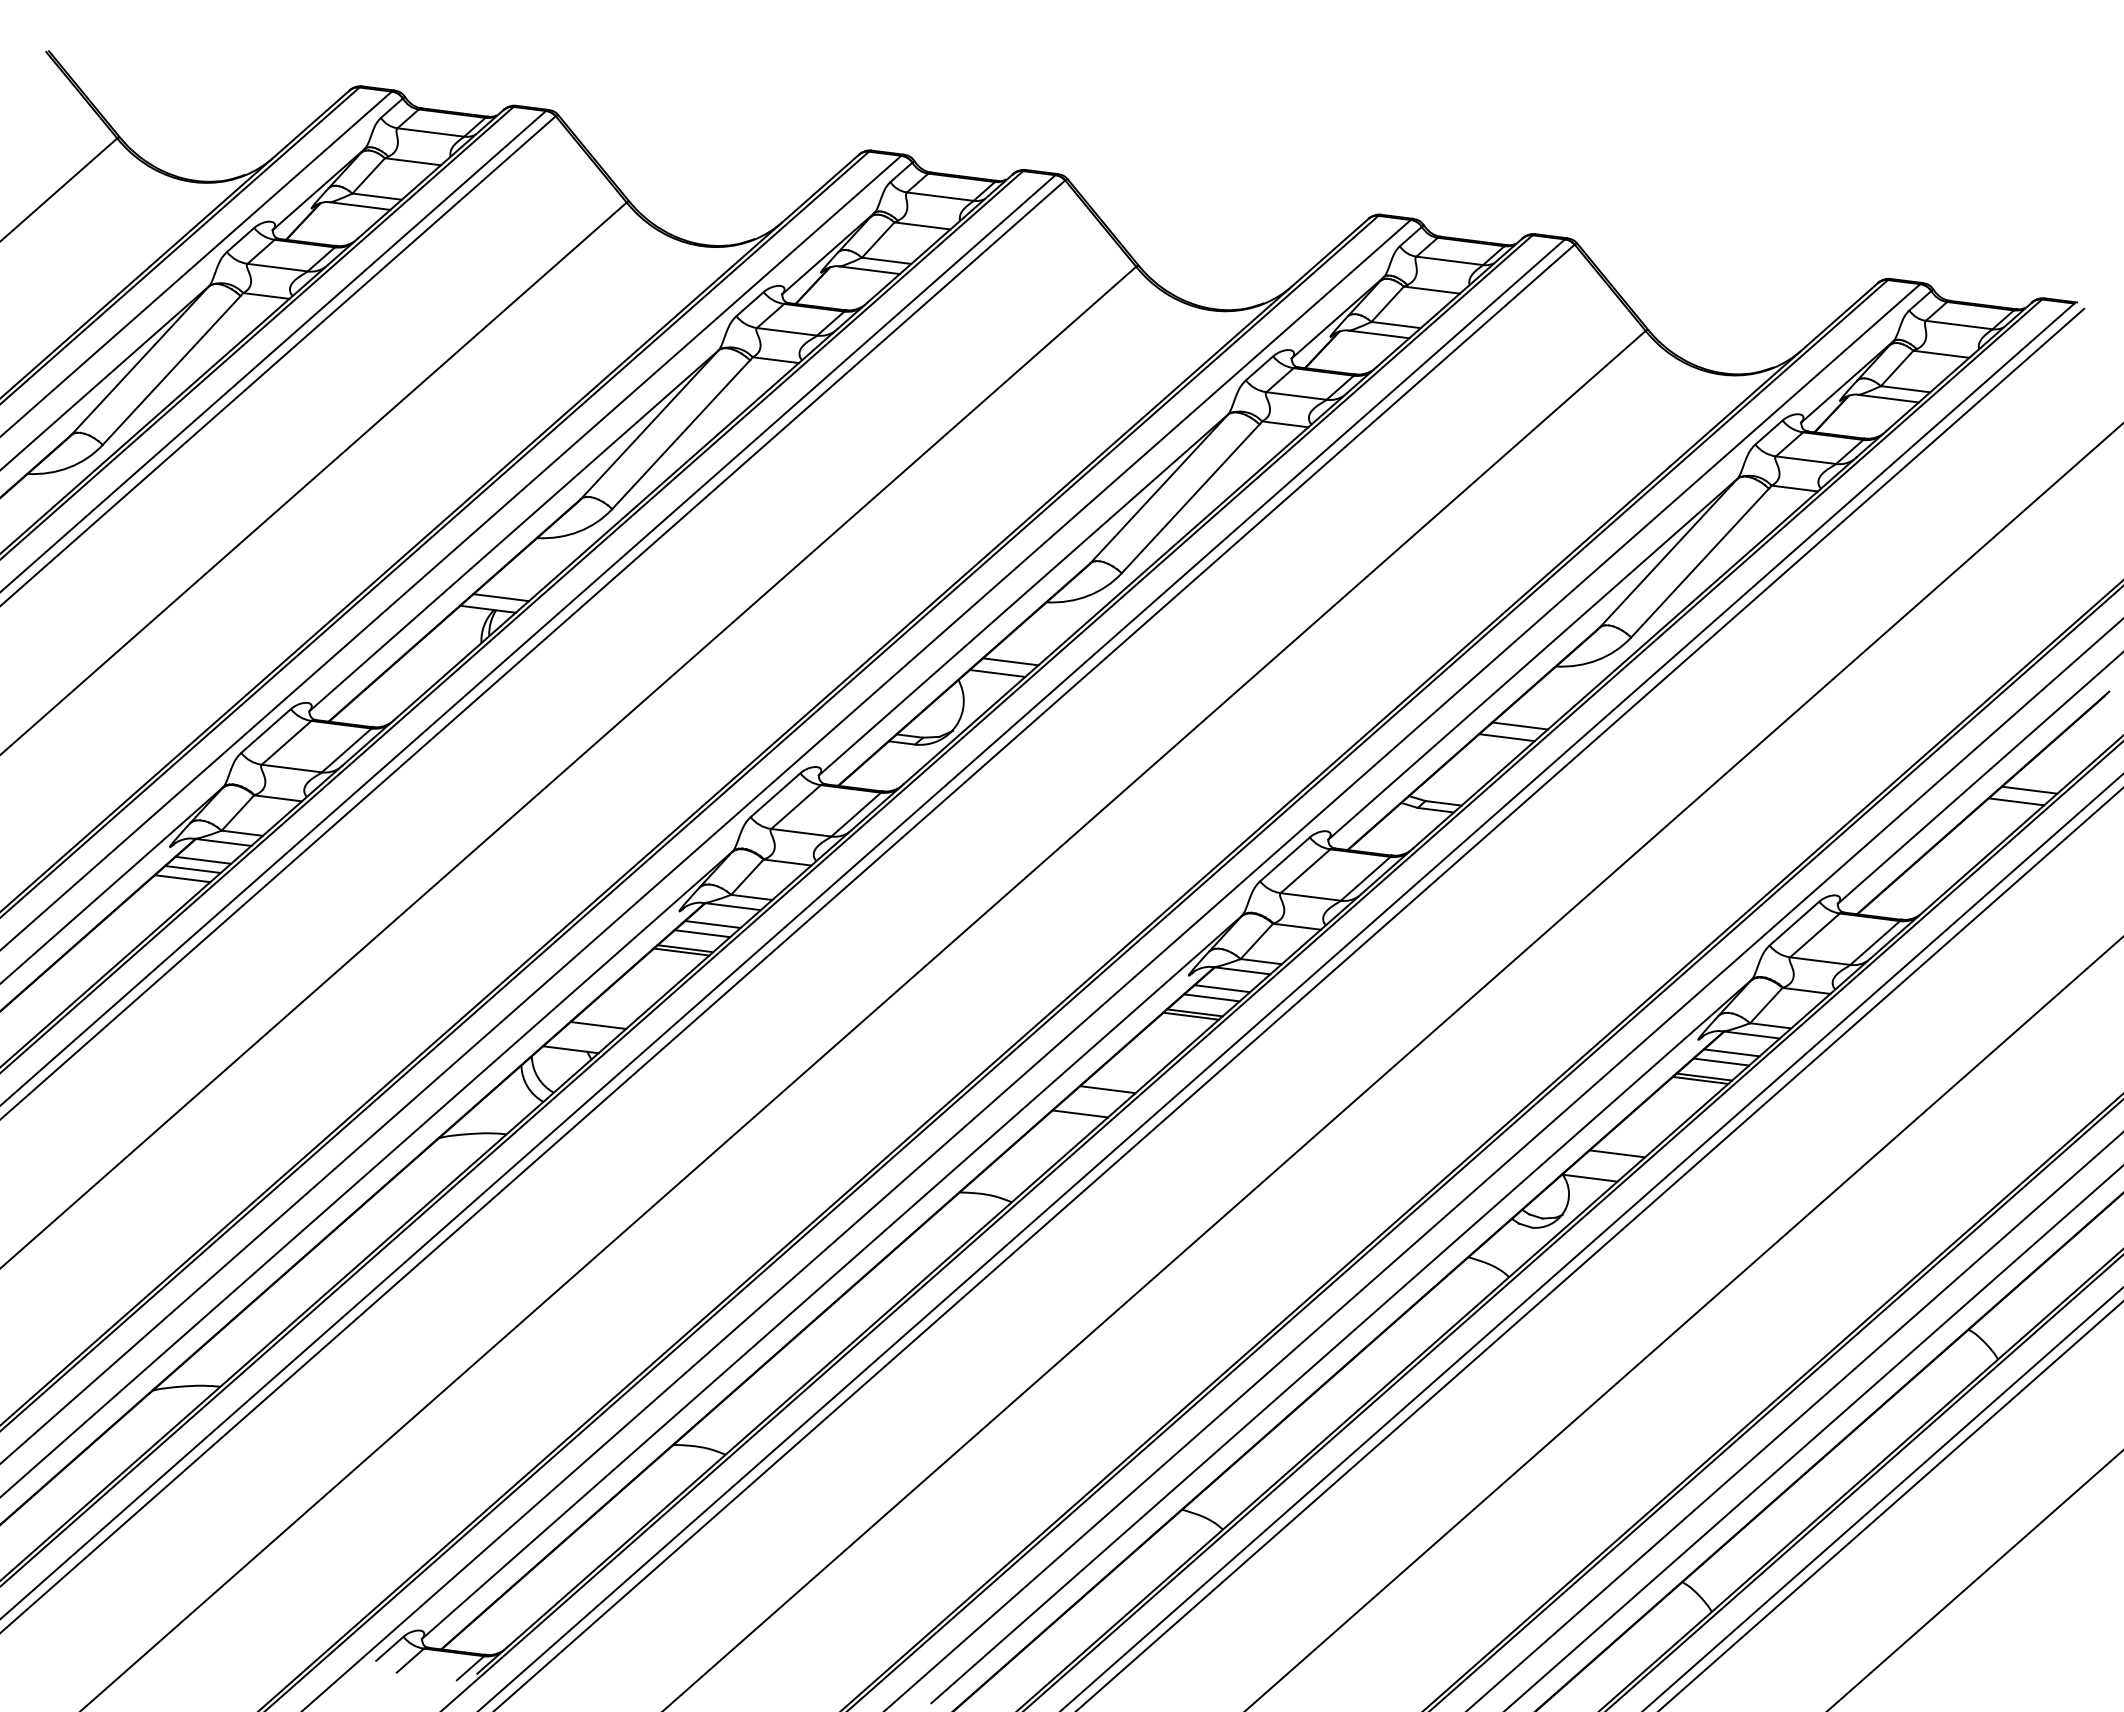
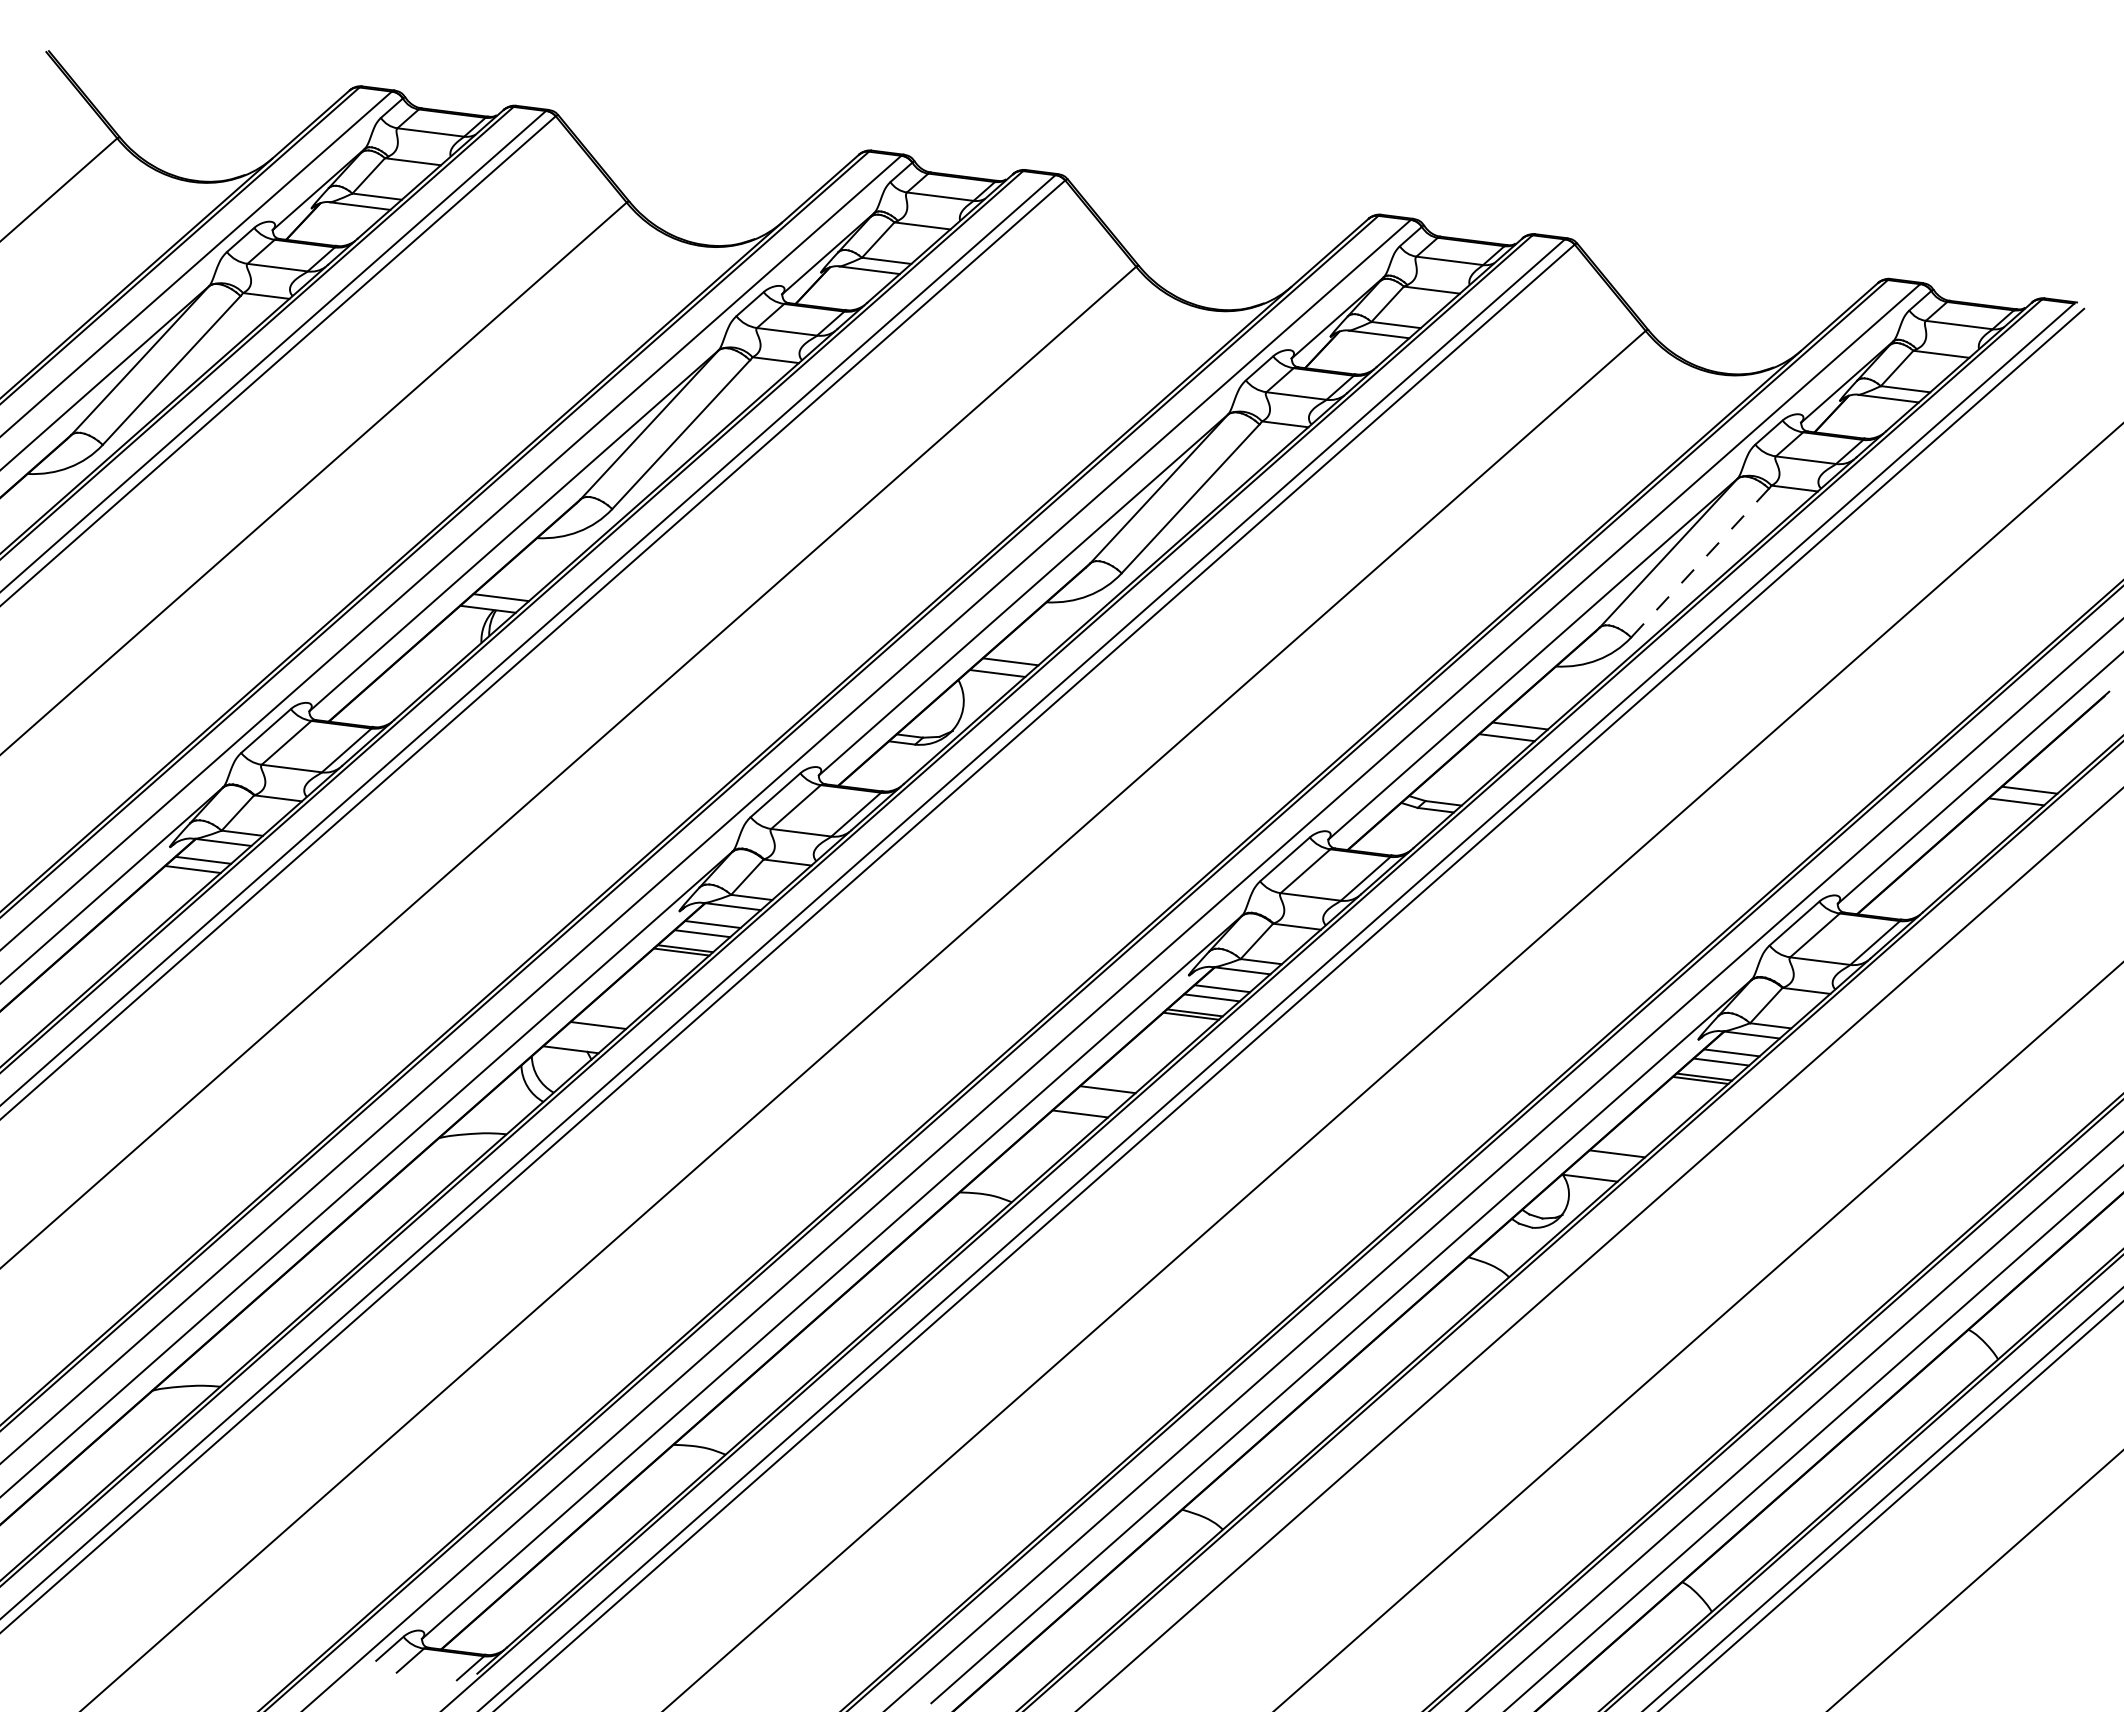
line at (1699, 563): solid -> dashed
line at (182, 878): present -> none
line at (1591, 1242): present -> none
line at (1684, 1323) position: (1684, 1323) -> (1698, 1336)
